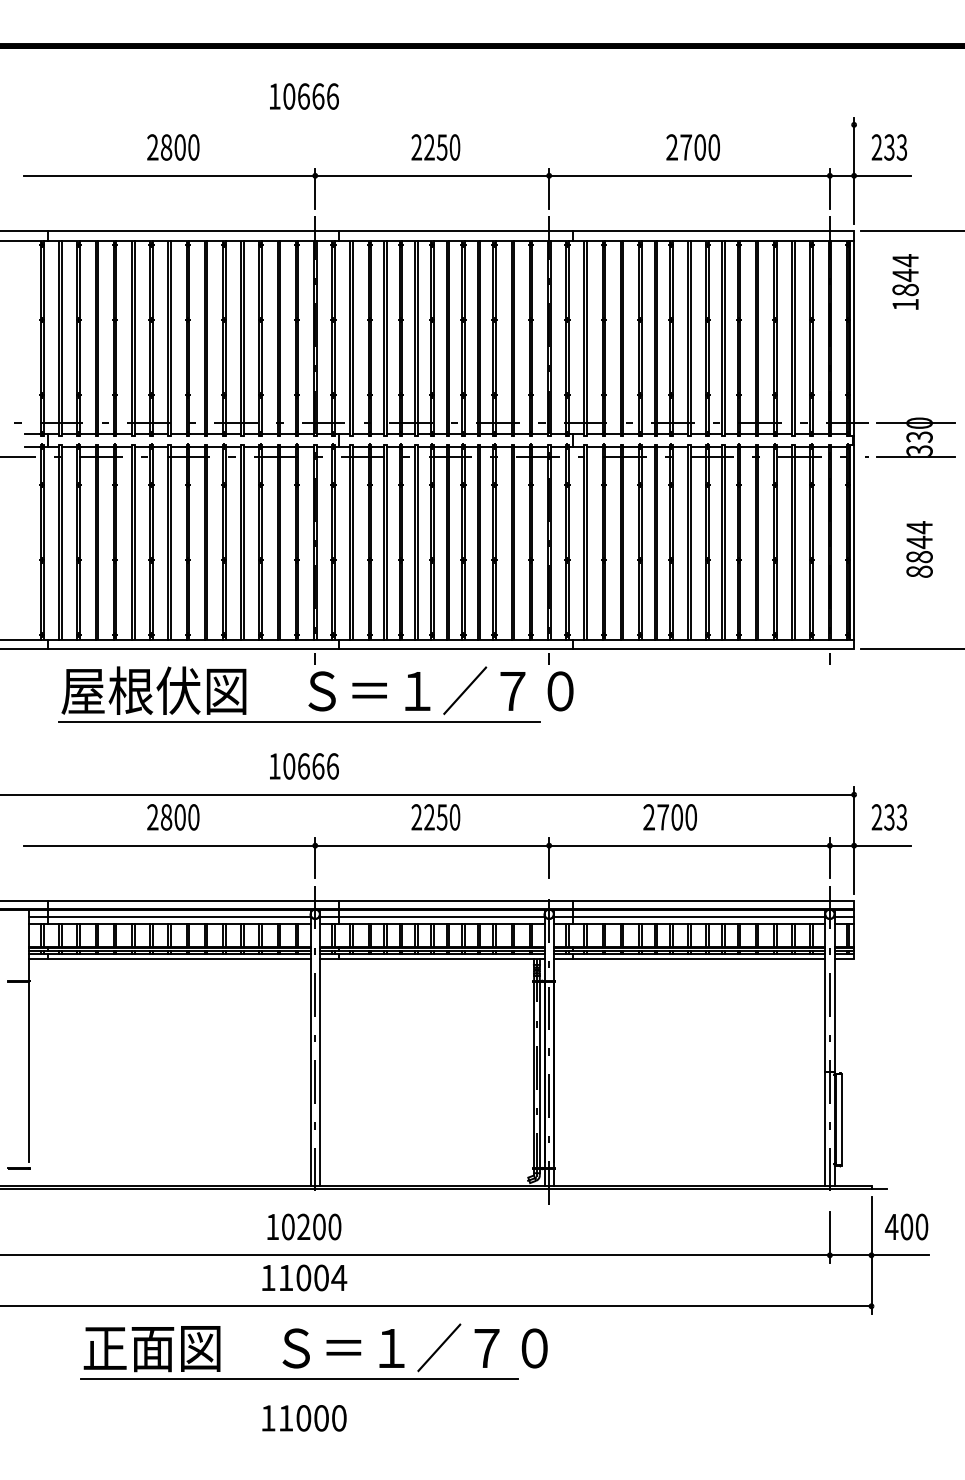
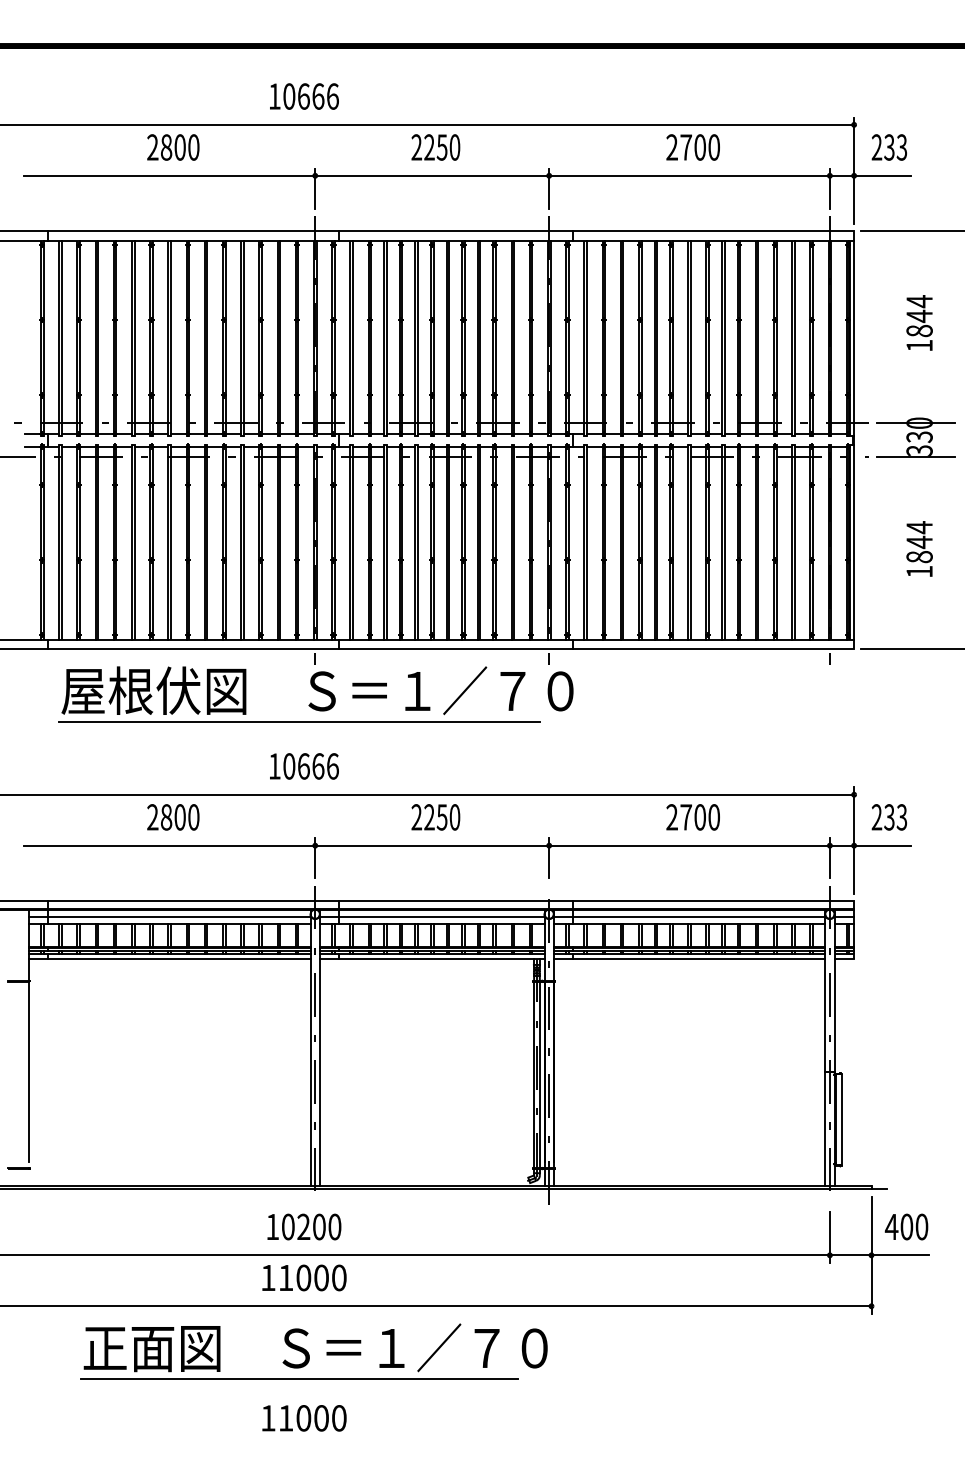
line at (428, 124): none -> present
text at (905, 281) position: (905, 281) -> (919, 322)
text at (919, 571): 8844 -> 1844
text at (669, 817) position: (669, 817) -> (692, 817)
text at (339, 1277): 11004 -> 11000
